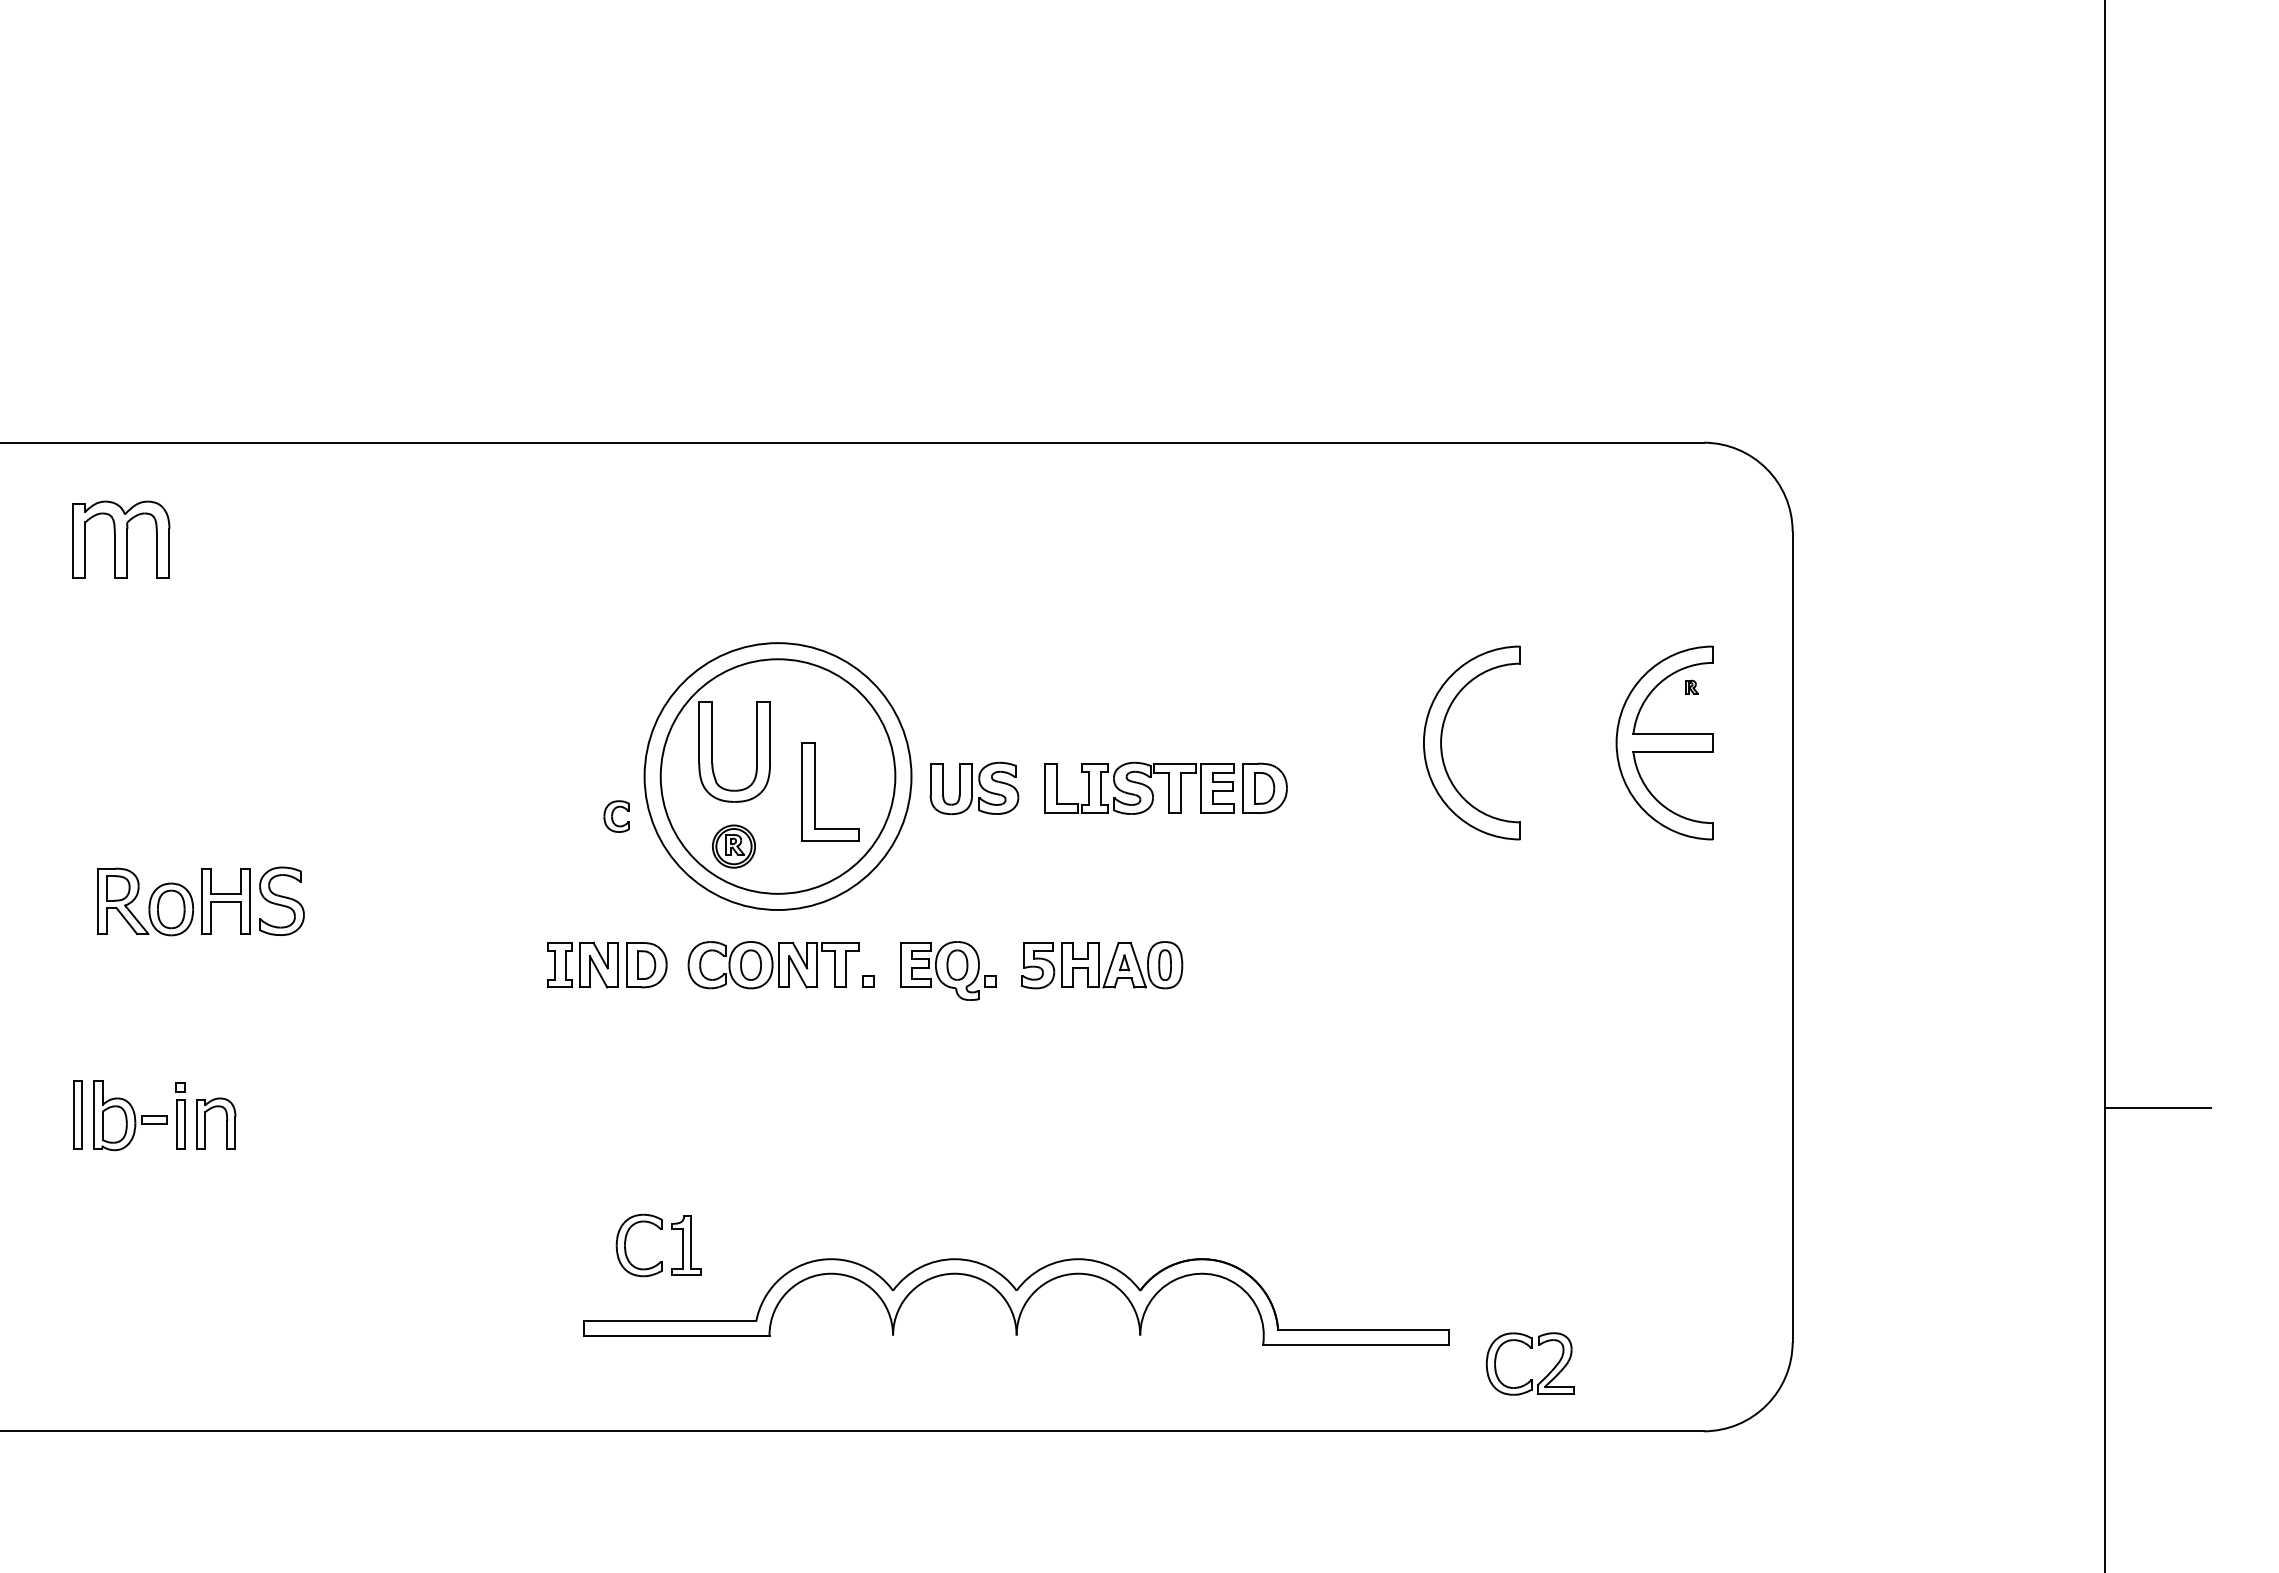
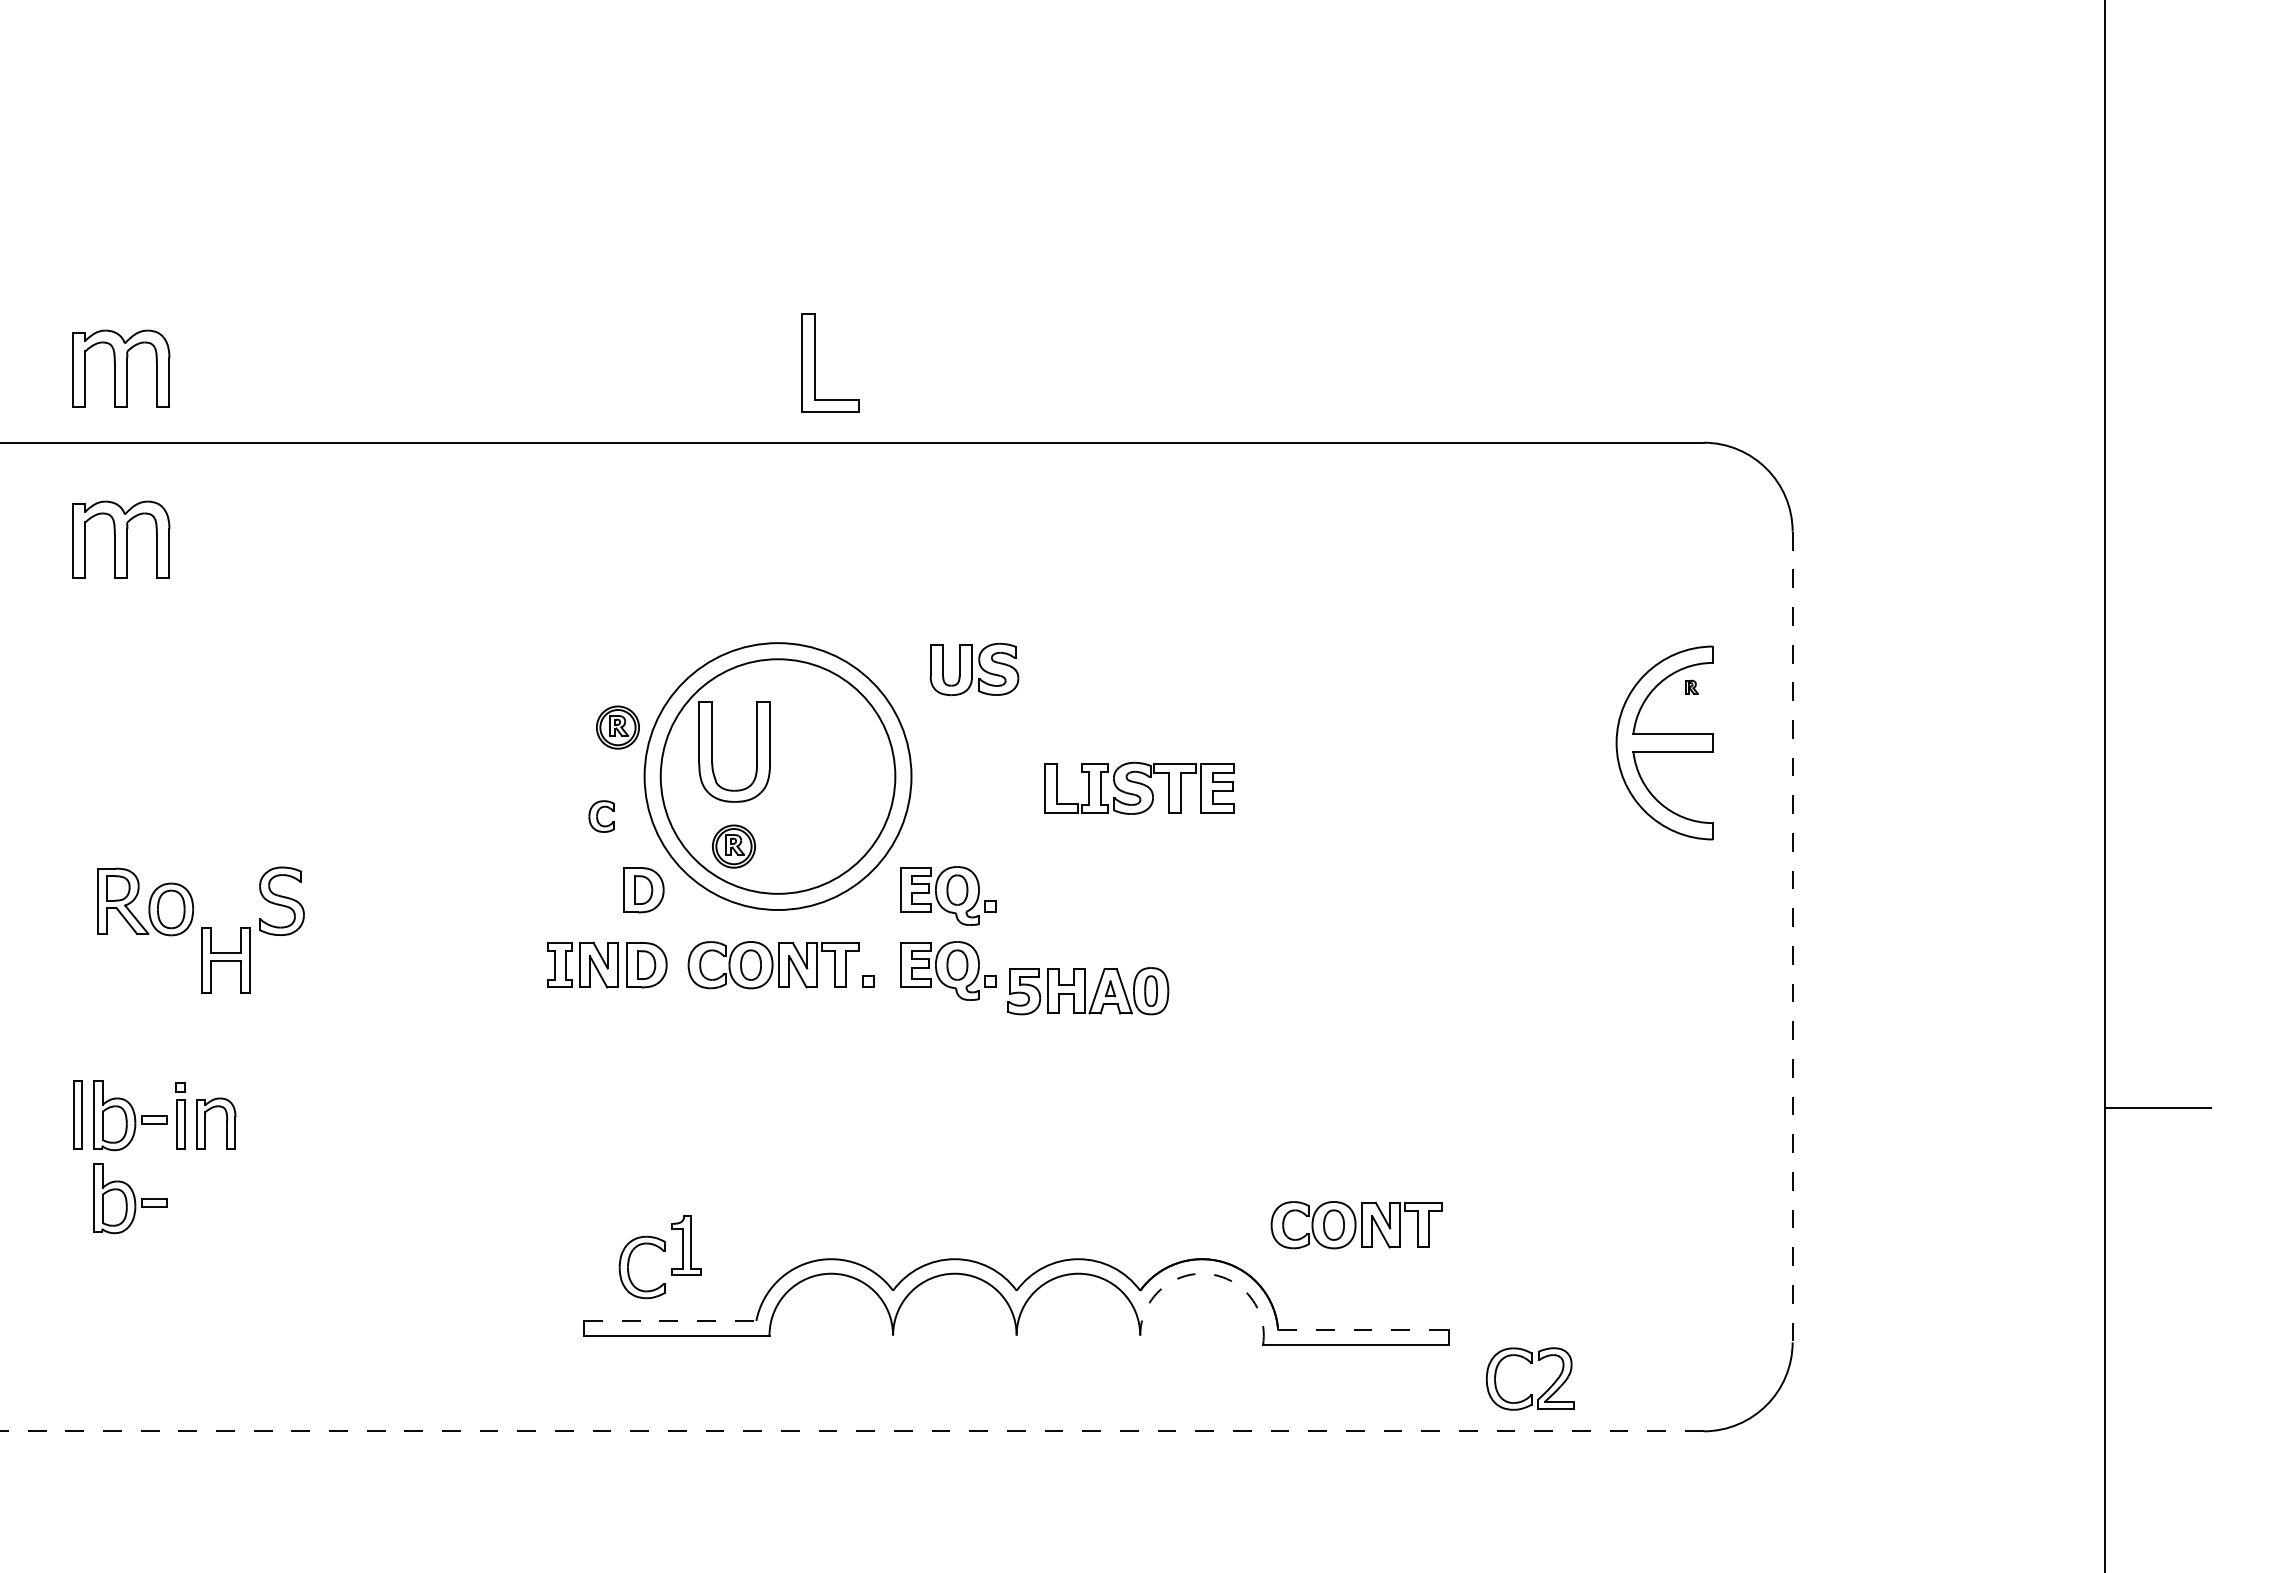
part at (121, 368): none -> present
part at (617, 727): none -> present
part at (1442, 738): present -> none
part at (974, 787) position: (974, 787) -> (974, 668)
part at (1264, 787): present -> none
part at (815, 791) position: (815, 791) -> (815, 362)
part at (616, 816) position: (616, 816) -> (601, 816)
part at (643, 890): none -> present
part at (948, 895): none -> present
part at (225, 901) position: (225, 901) -> (225, 960)
line at (1792, 937): solid -> dashed
part at (1102, 965) position: (1102, 965) -> (1088, 991)
part at (130, 1198): none -> present
part at (1356, 1225): none -> present
part at (626, 1241) position: (626, 1241) -> (629, 1263)
arc at (1206, 1273): solid -> dashed
line at (670, 1320): solid -> dashed
line at (1363, 1330): solid -> dashed
part at (1530, 1348) position: (1530, 1348) -> (1530, 1363)
line at (851, 1431): solid -> dashed
